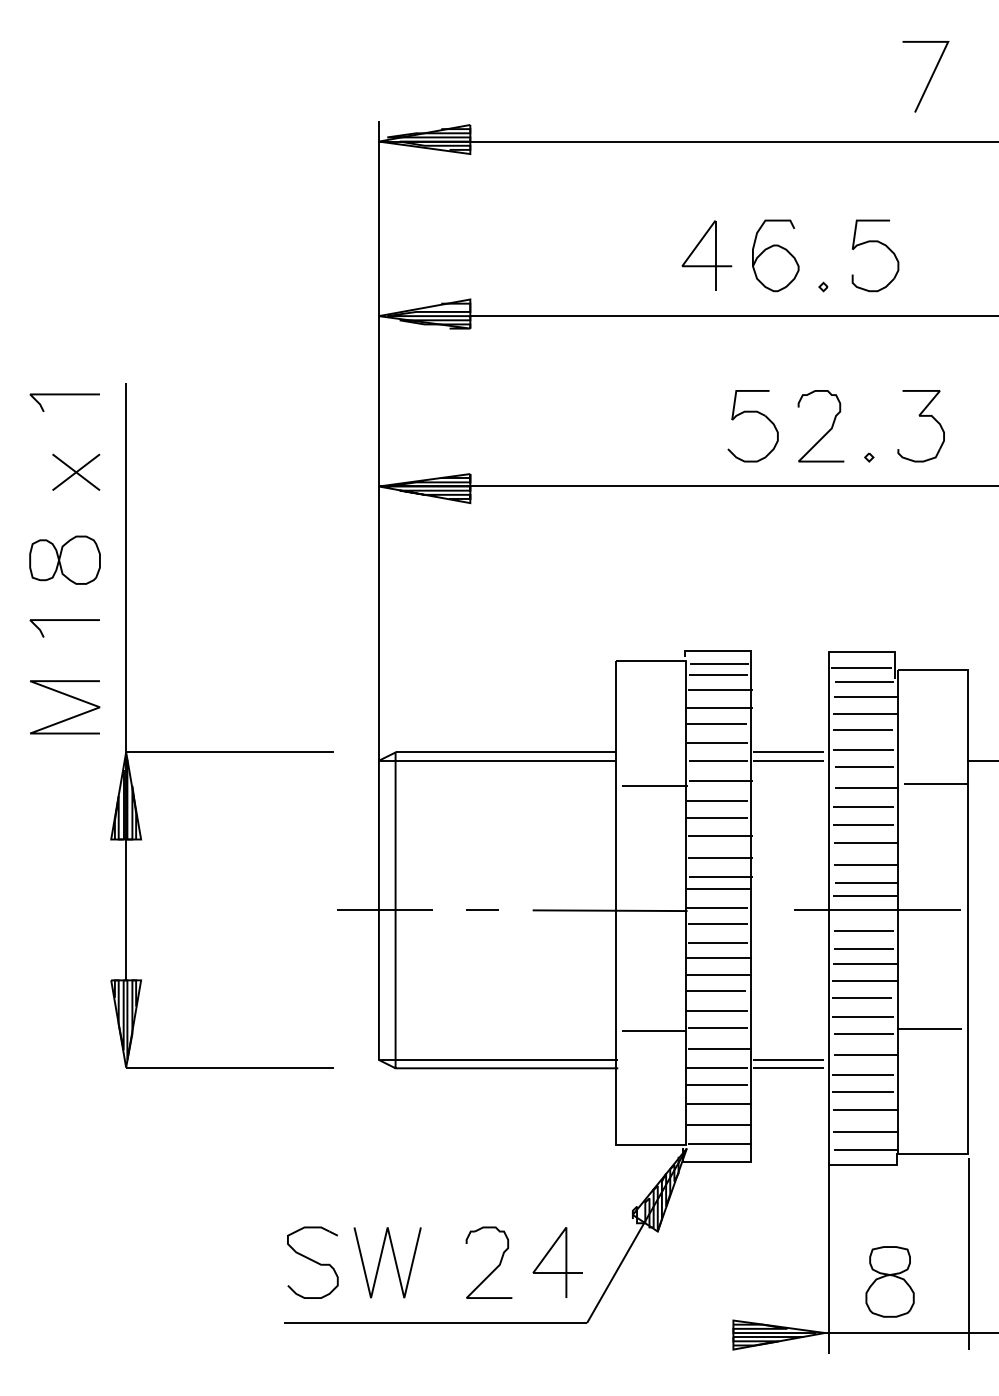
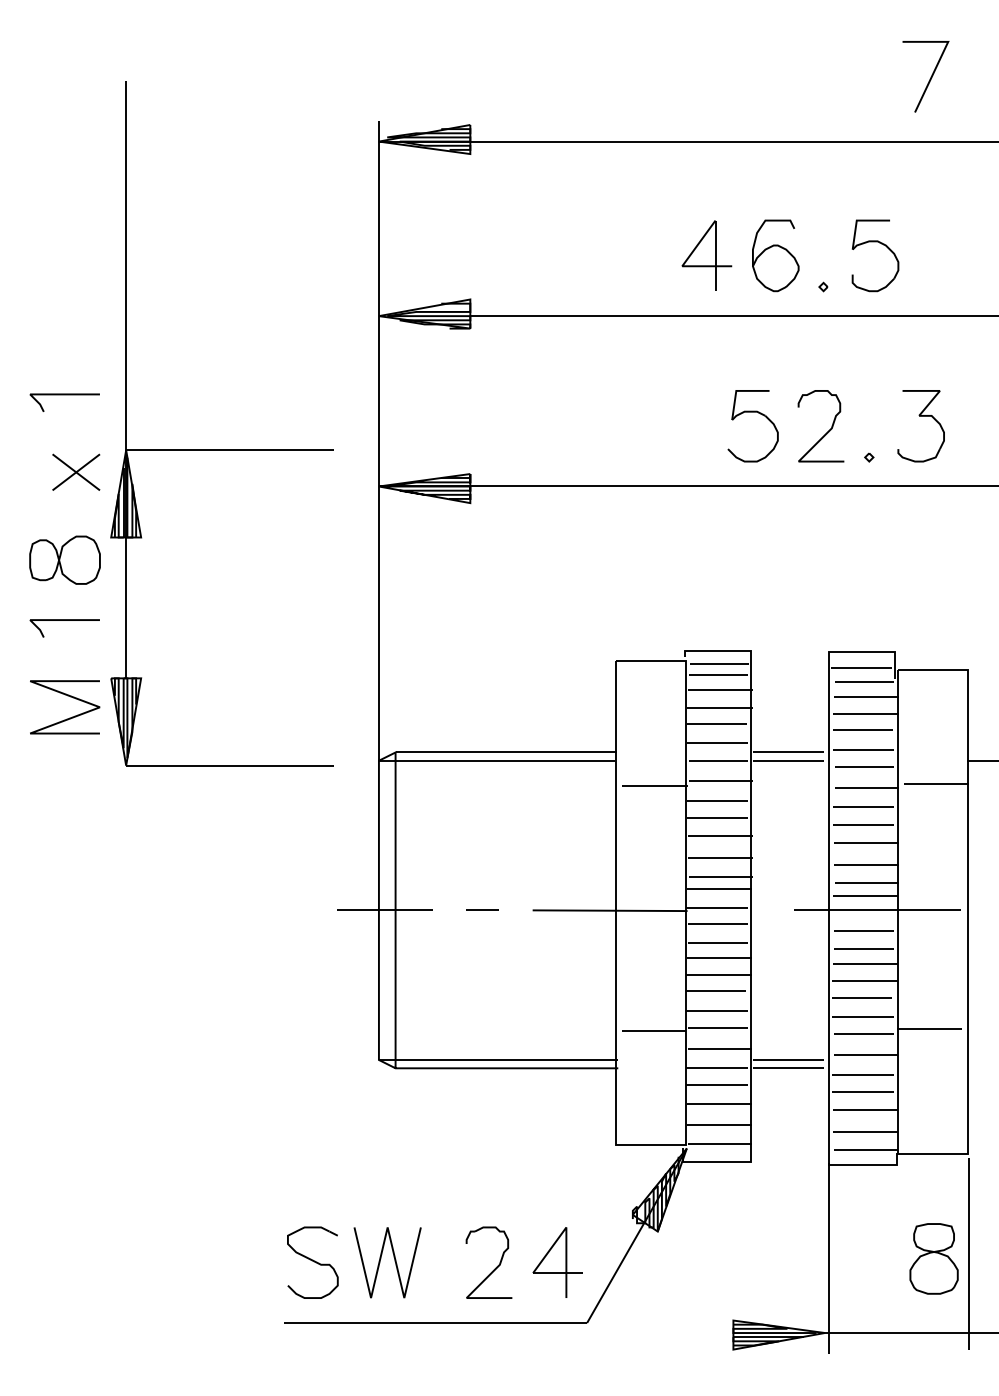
part at (221, 751) position: (221, 751) -> (221, 449)
part at (889, 1281) position: (889, 1281) -> (933, 1258)
